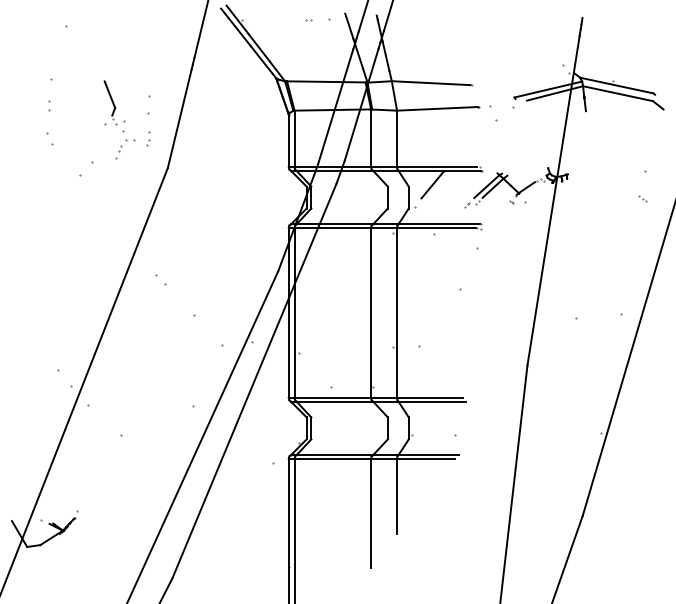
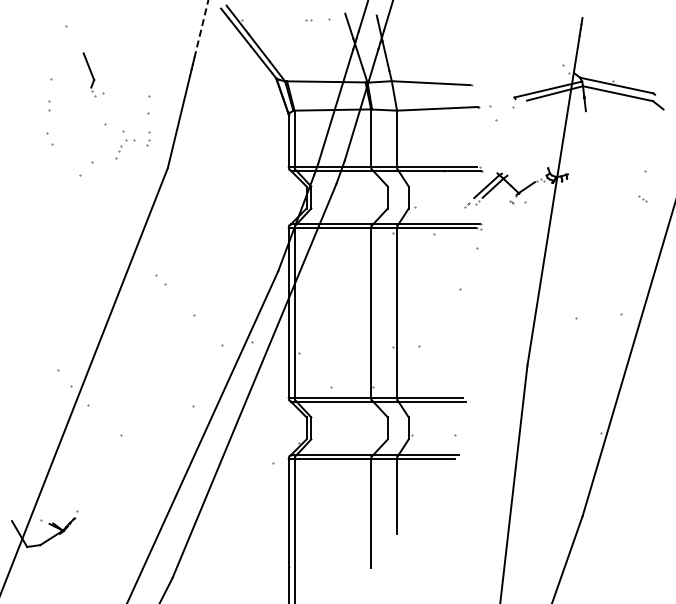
line at (201, 28): solid -> dashed
part at (114, 102) position: (114, 102) -> (93, 74)
line at (432, 185): present -> none
